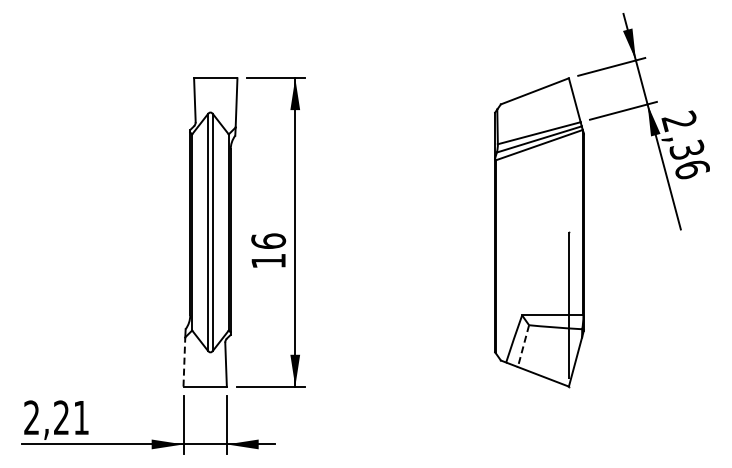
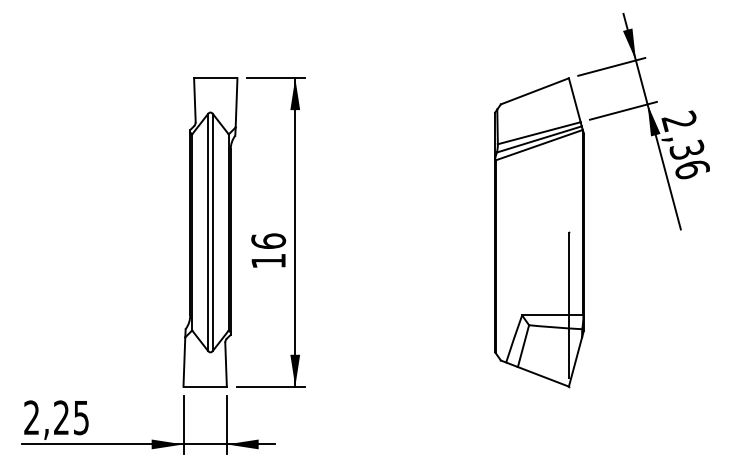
line at (523, 346): dashed -> solid
line at (184, 362): dashed -> solid
text at (81, 418): 2,21 -> 2,25
